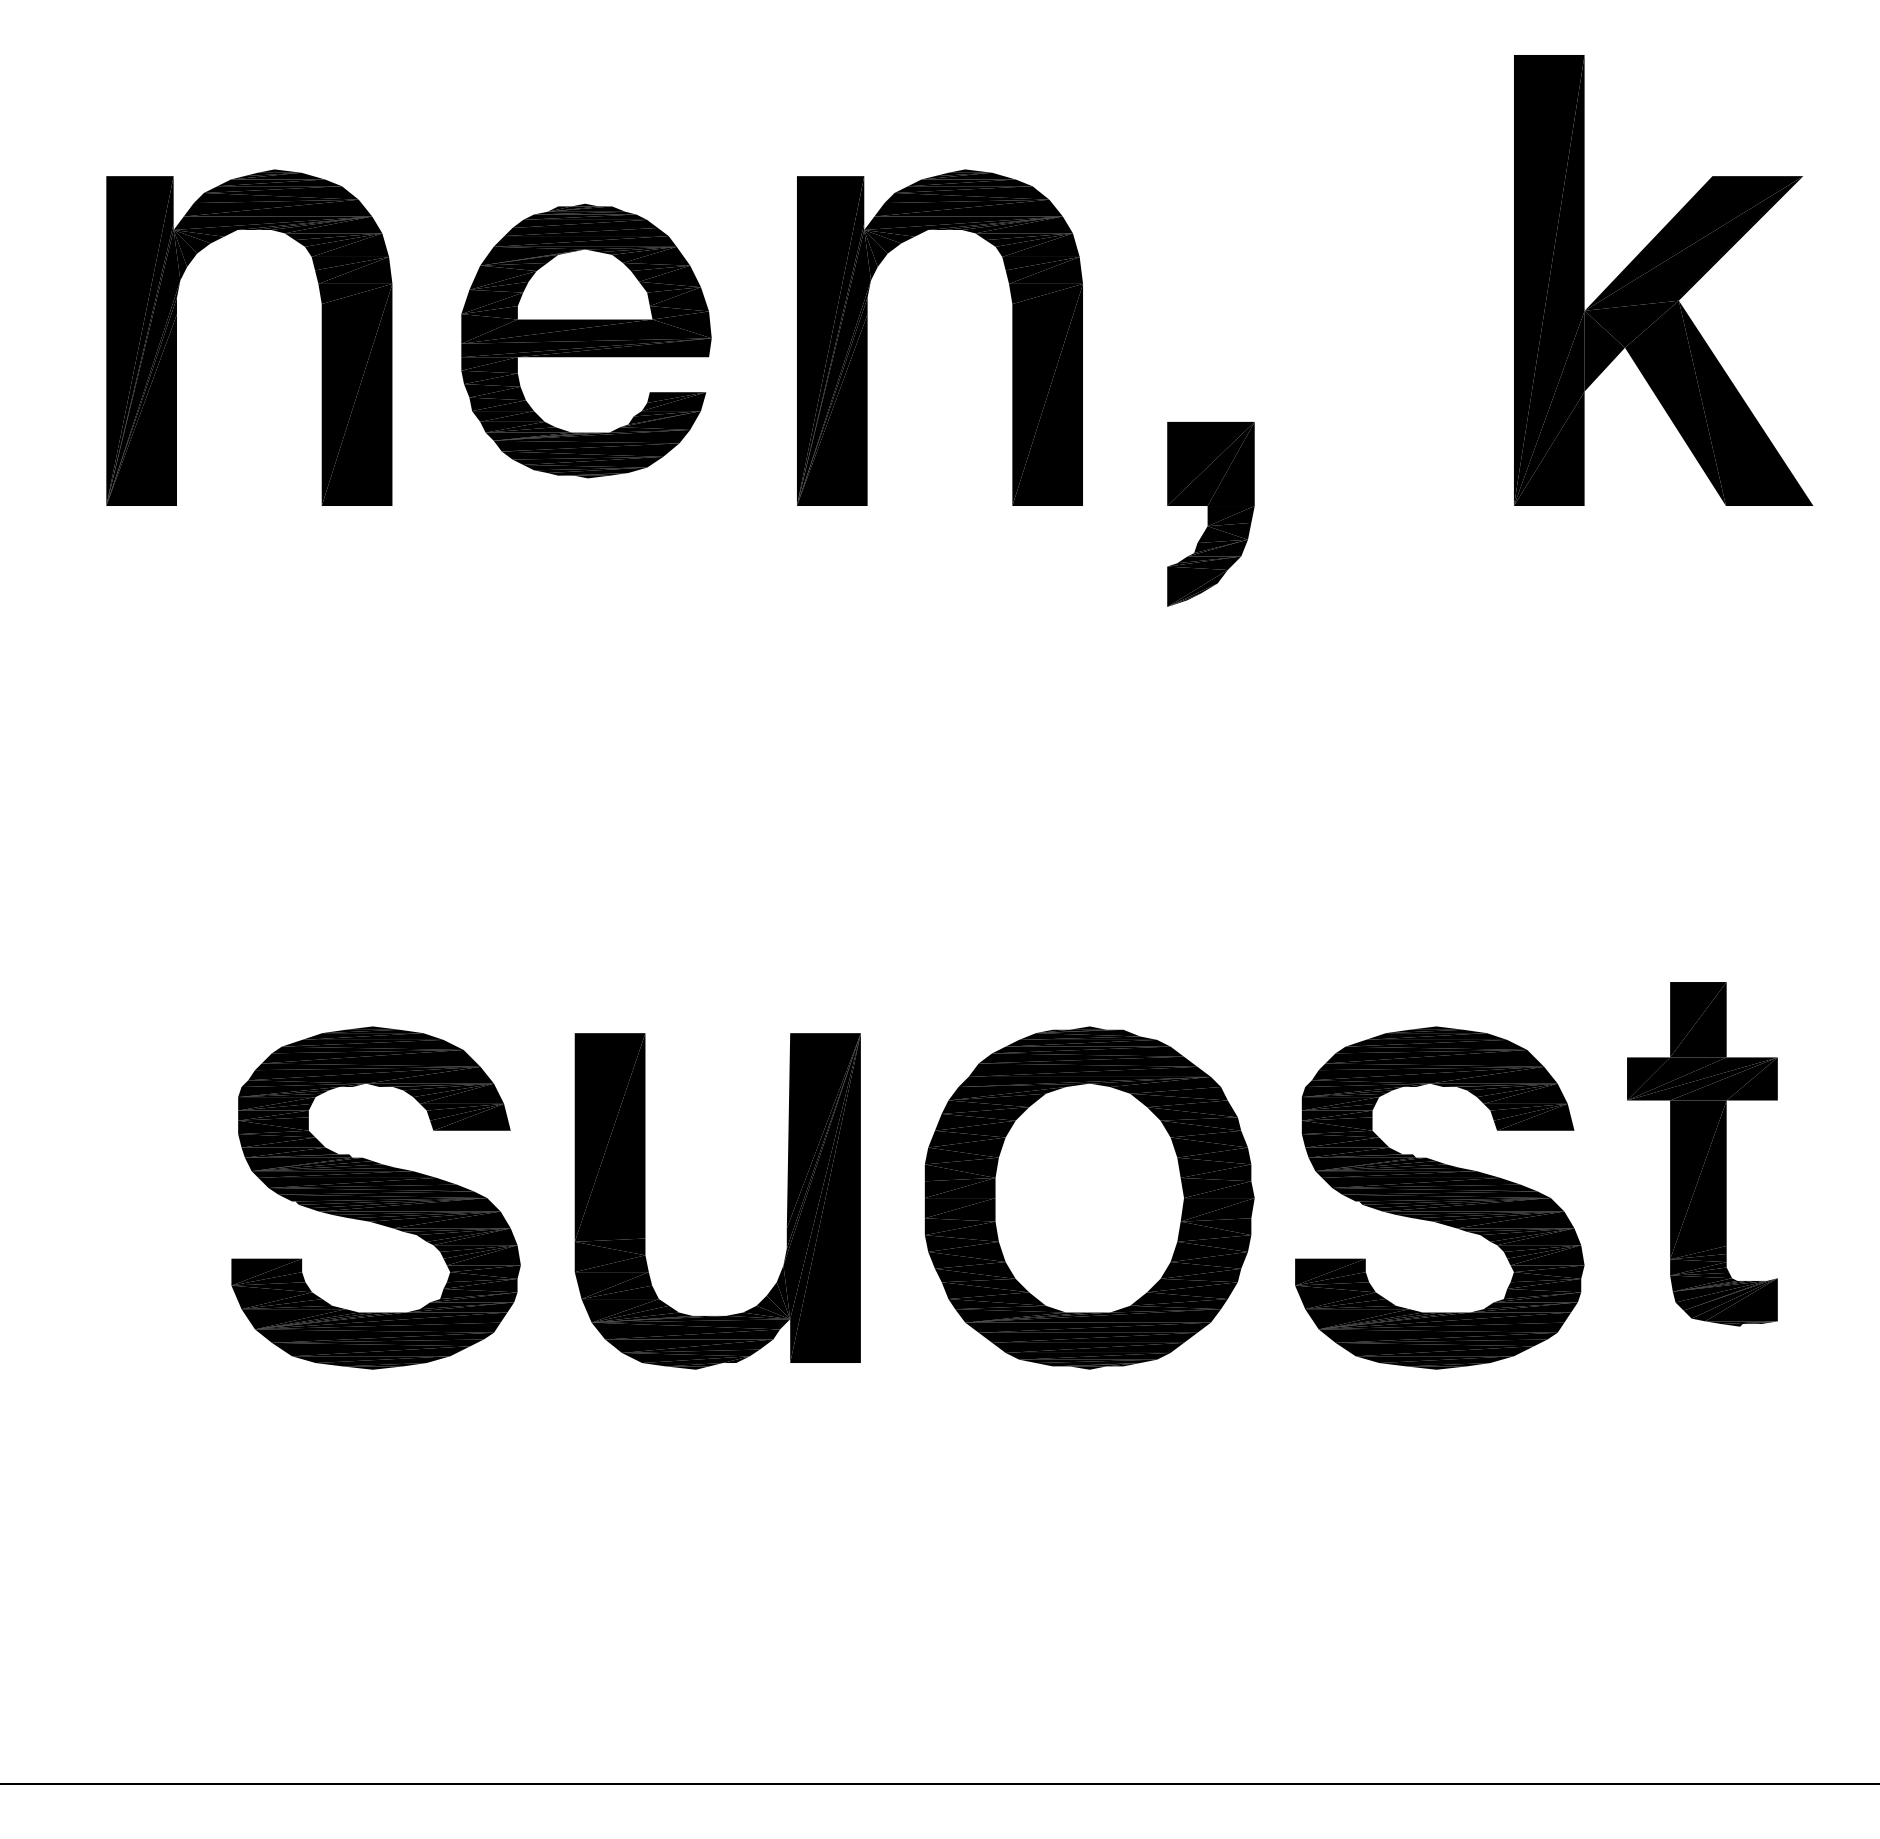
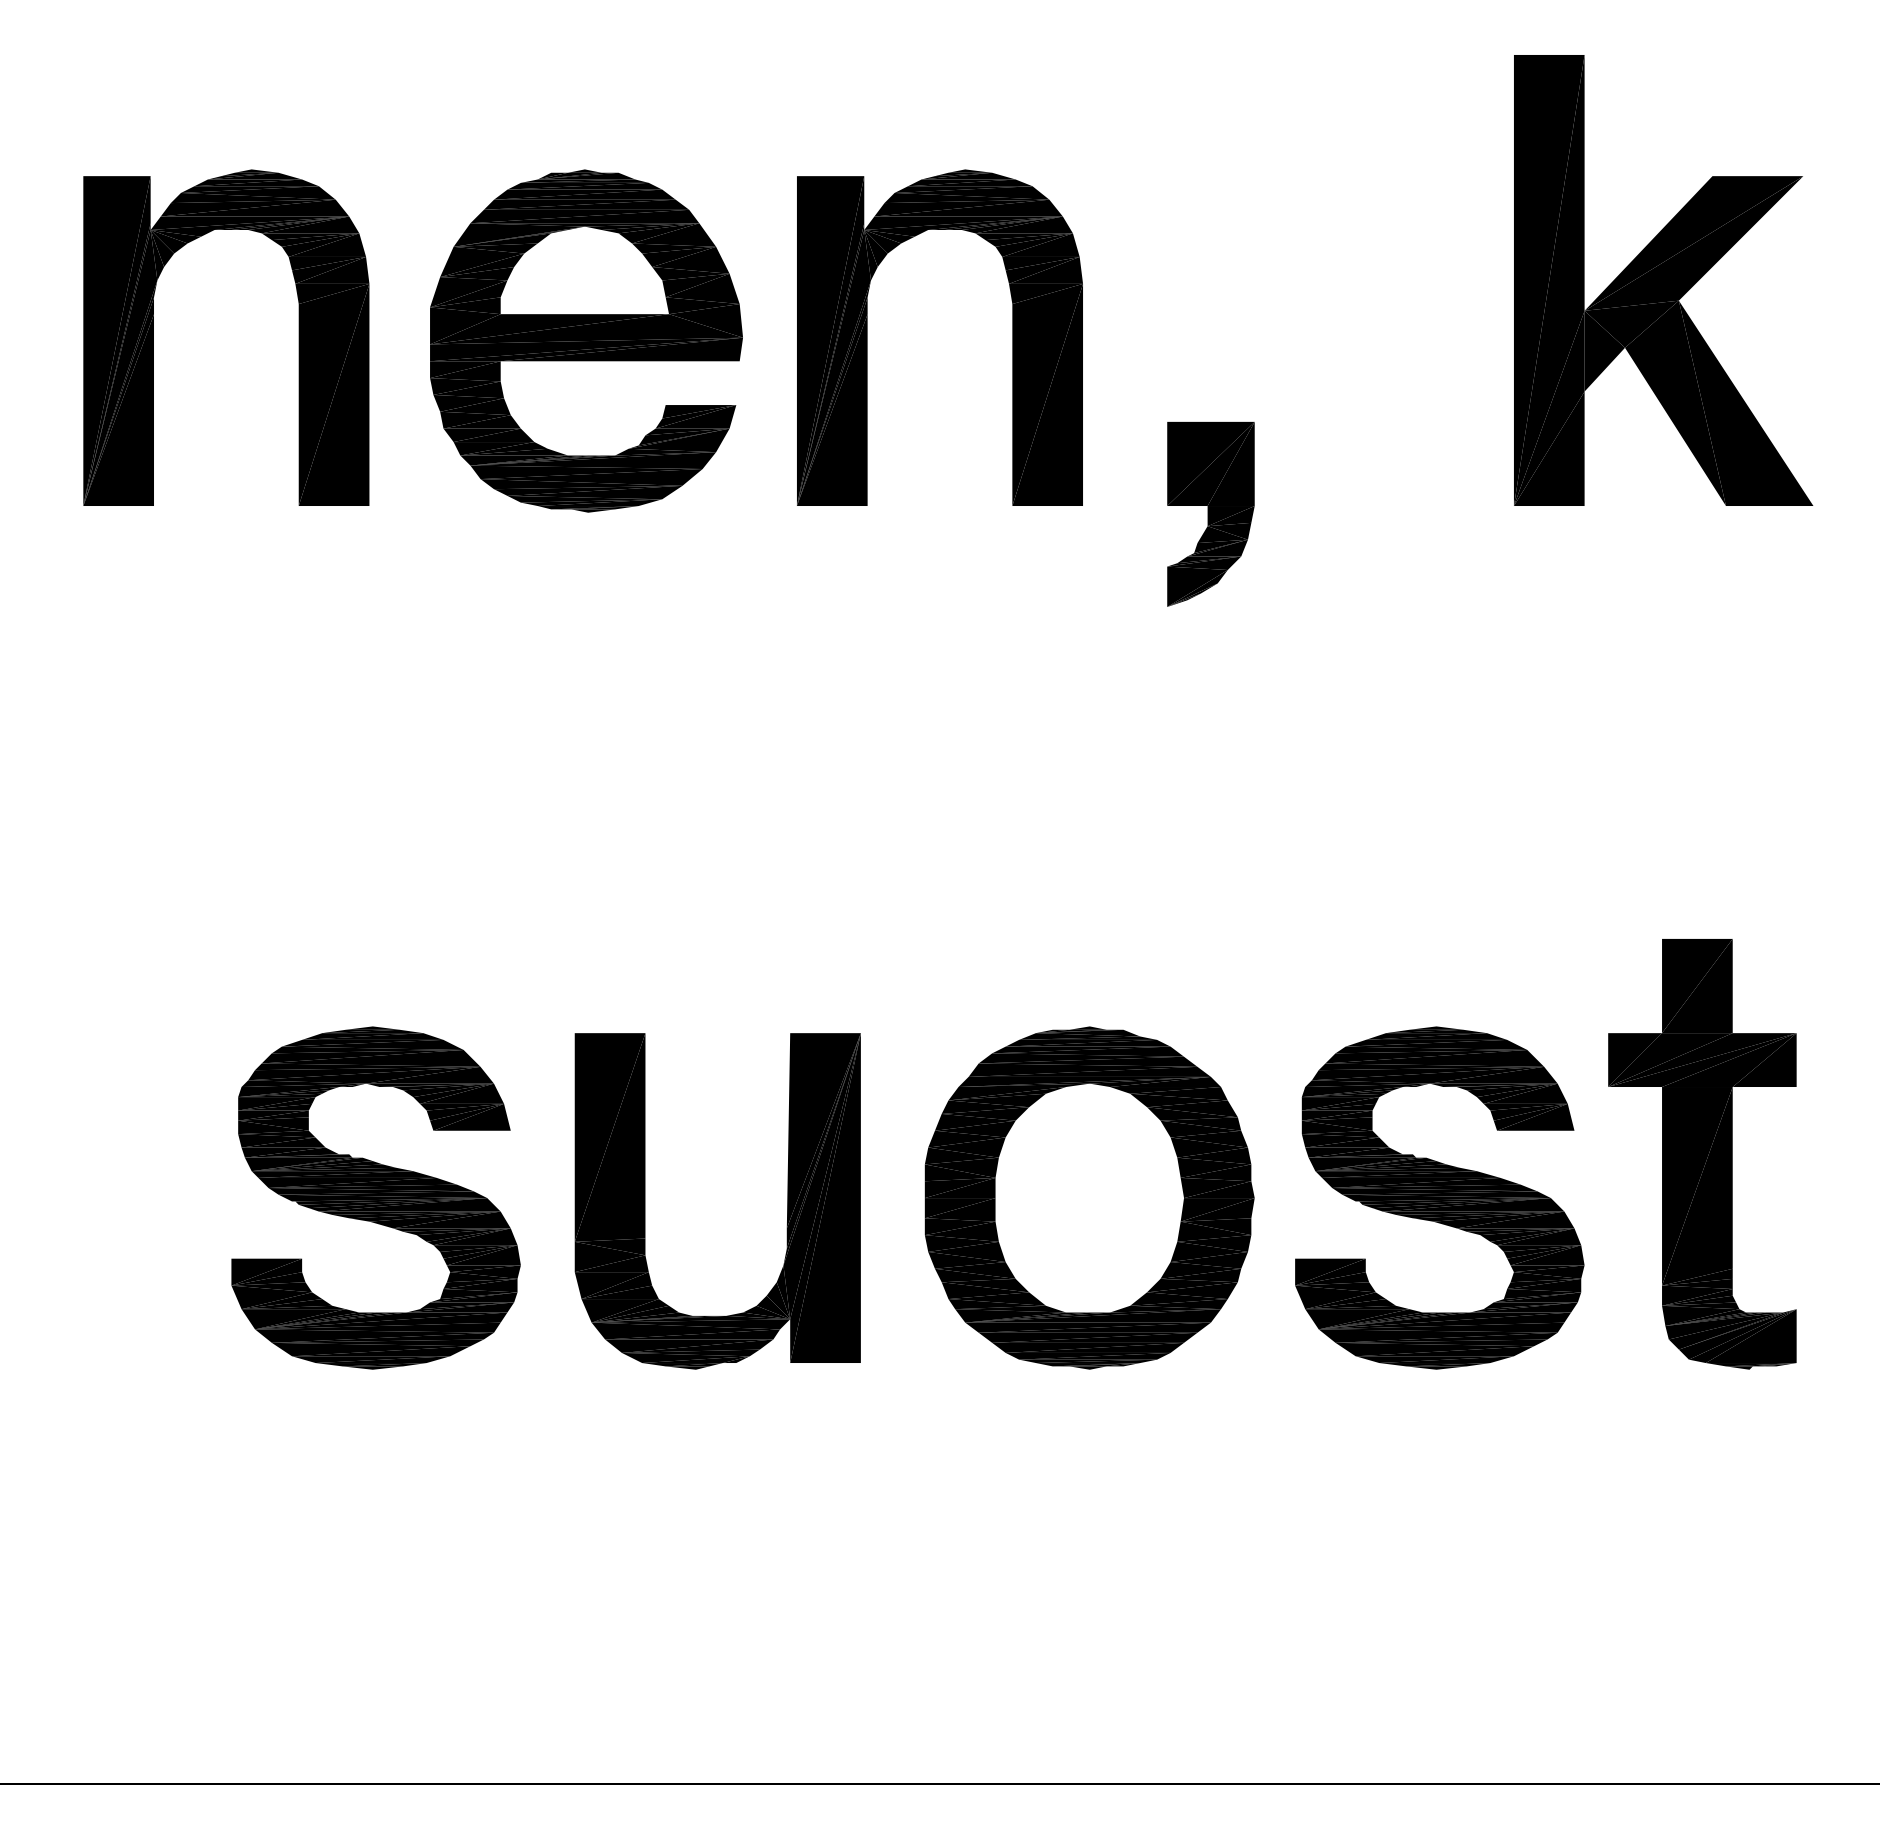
part at (321, 337) position: (321, 337) -> (298, 337)
part at (586, 340) size: 251x276 px -> 313x344 px
part at (1702, 1154) size: 151x345 px -> 189x431 px
